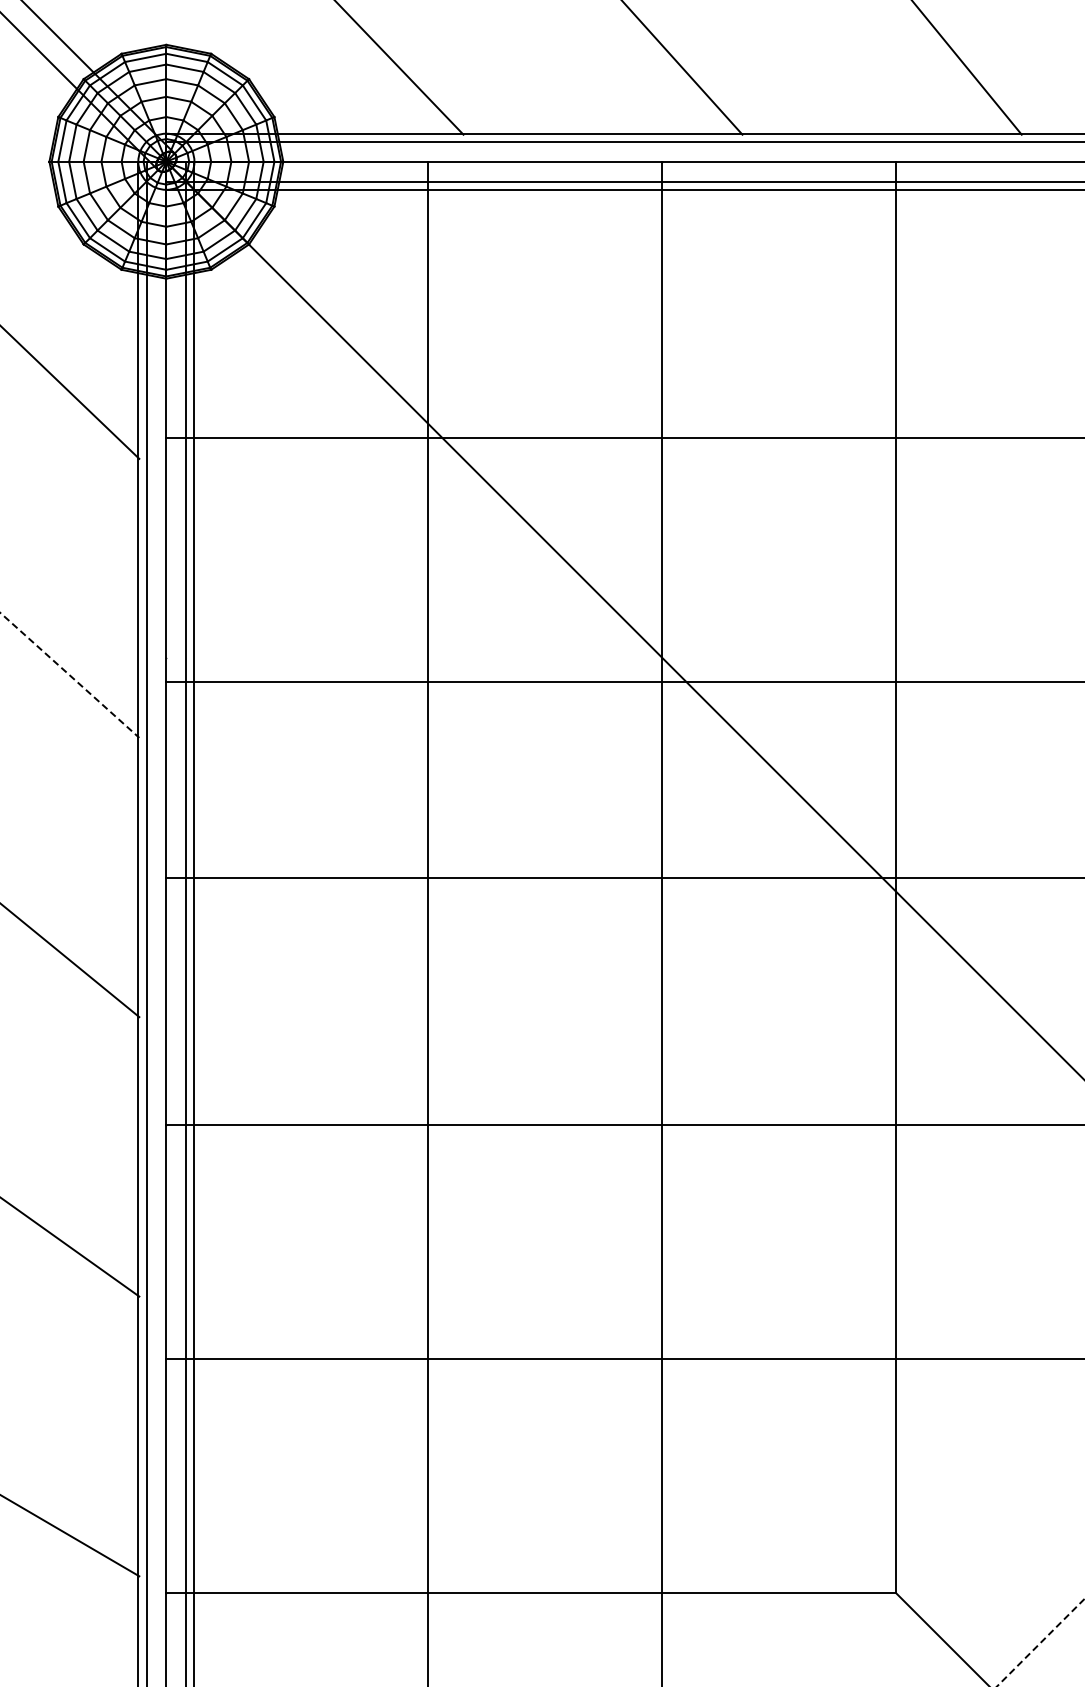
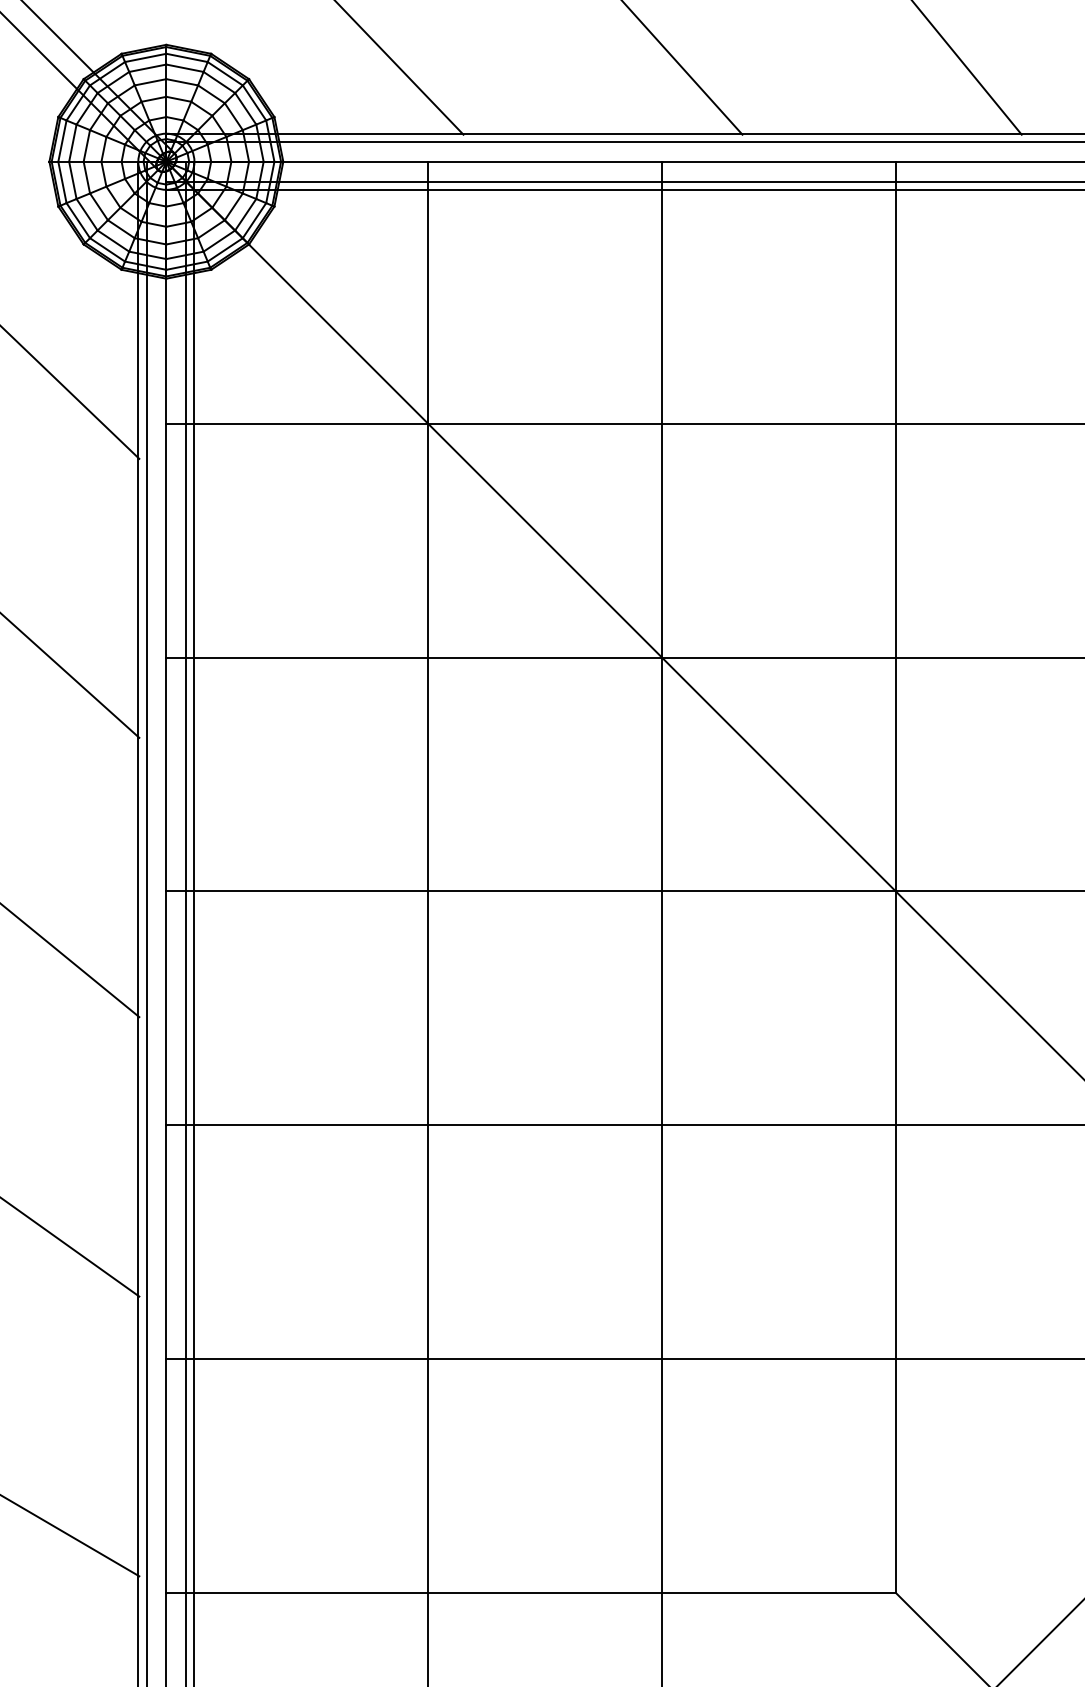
line at (623, 437) position: (623, 437) -> (623, 423)
line at (70, 675): dashed -> solid
line at (623, 681) position: (623, 681) -> (623, 657)
line at (623, 878) position: (623, 878) -> (623, 891)
line at (1040, 1642): dashed -> solid
